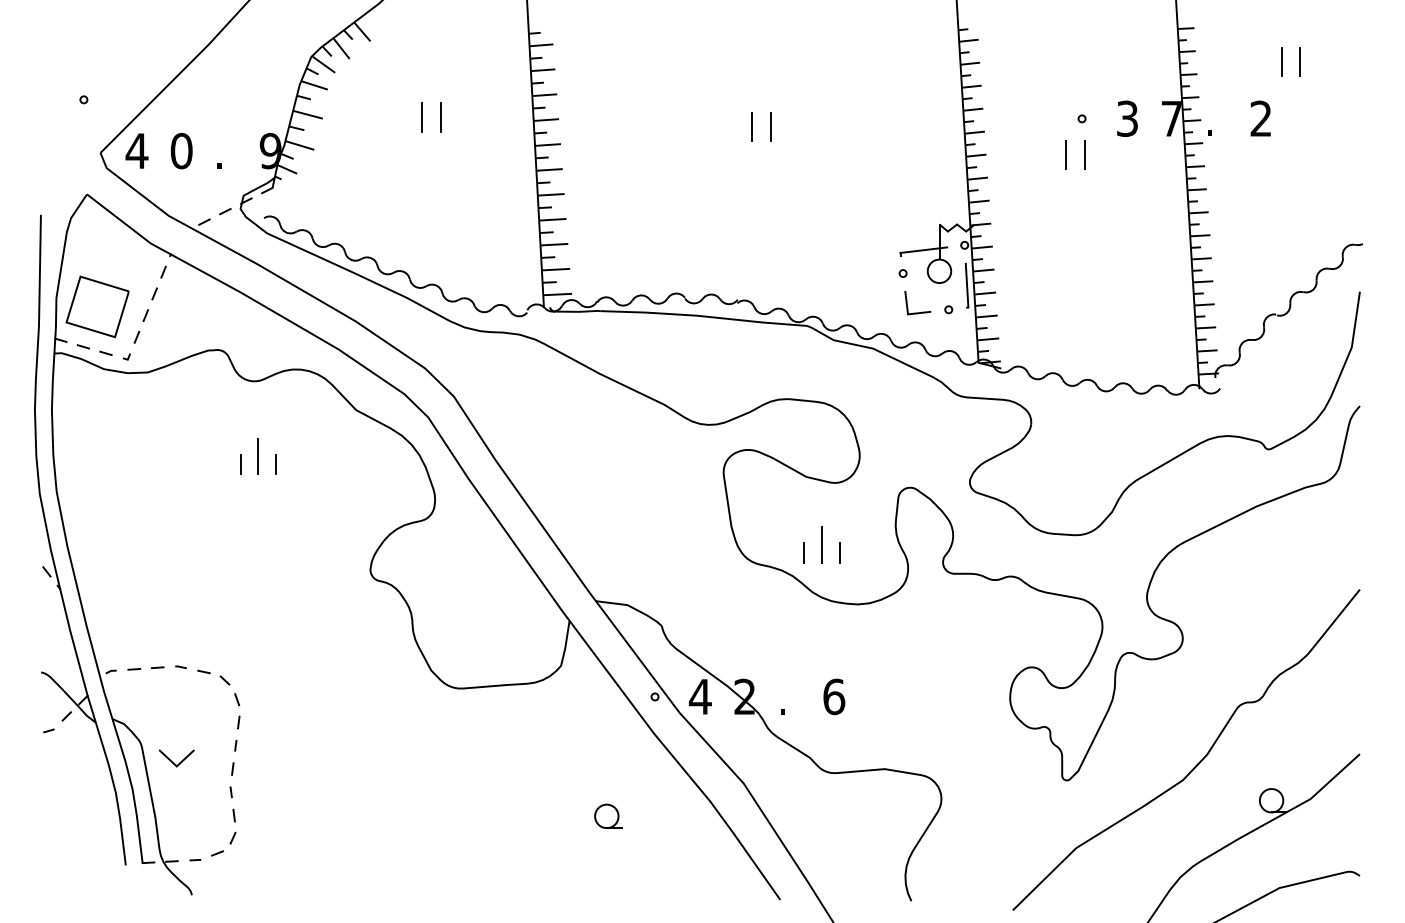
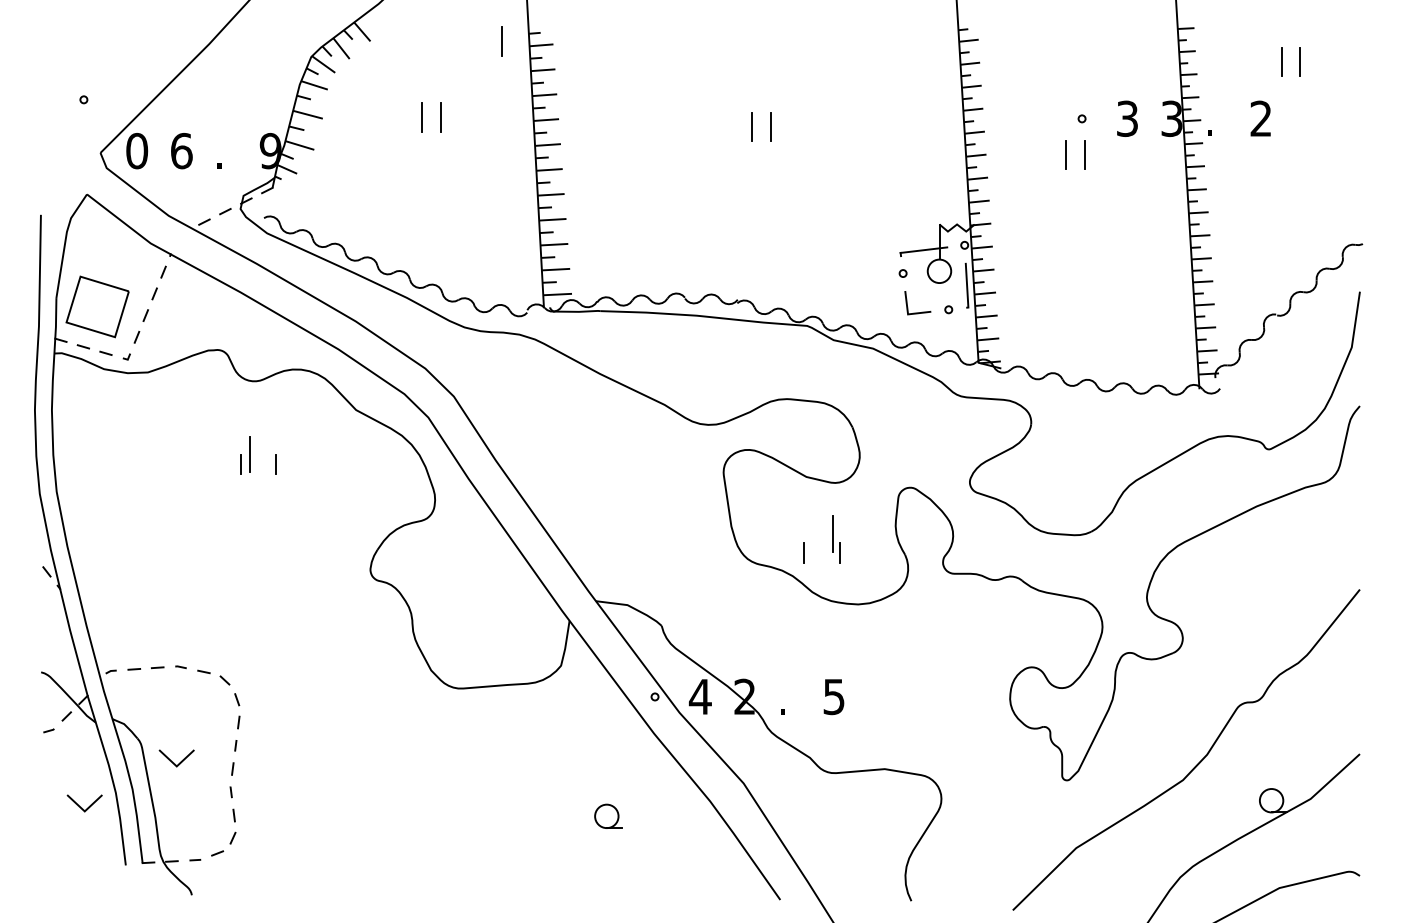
line at (501, 41): none -> present
text at (1171, 118): 7 -> 3
text at (136, 150): 4 -> 0
text at (181, 150): 0 -> 6
line at (257, 456) position: (257, 456) -> (249, 454)
line at (821, 544) position: (821, 544) -> (832, 533)
text at (834, 696): 6 -> 5
line at (82, 807): none -> present
